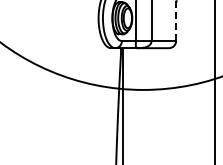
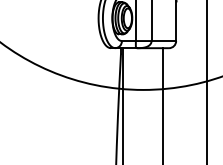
line at (176, 20): dashed -> solid
line at (214, 81) position: (214, 81) -> (206, 81)
line at (163, 104): none -> present
